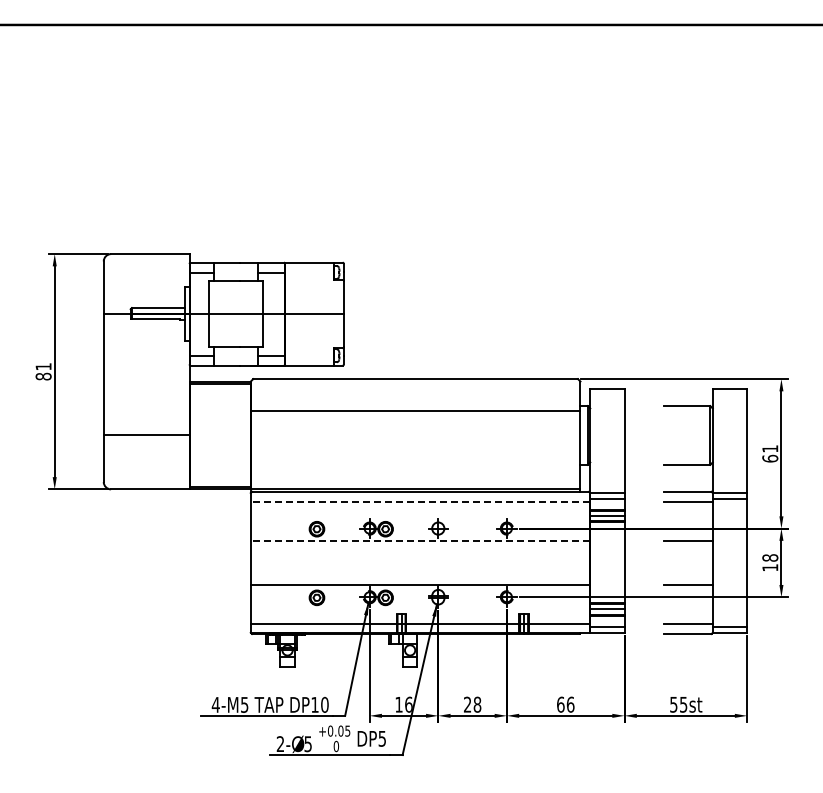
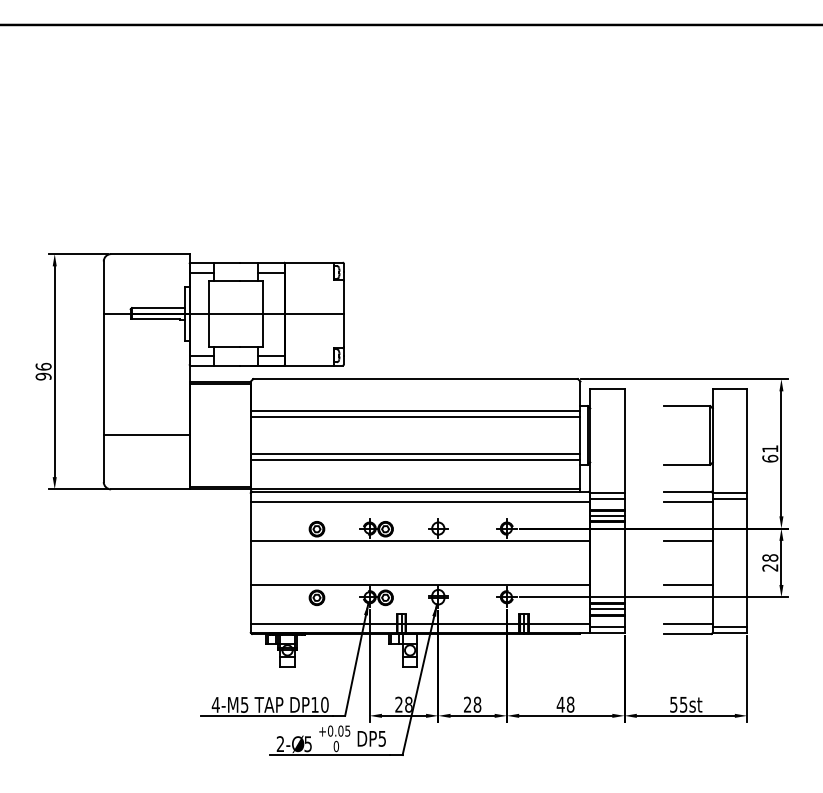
text at (43, 371): 81 -> 96
line at (415, 416): none -> present
line at (415, 454): none -> present
line at (415, 459): none -> present
line at (420, 501): dashed -> solid
line at (420, 540): dashed -> solid
text at (770, 567): 18 -> 28
text at (403, 704): 16 -> 28
text at (565, 704): 66 -> 48
